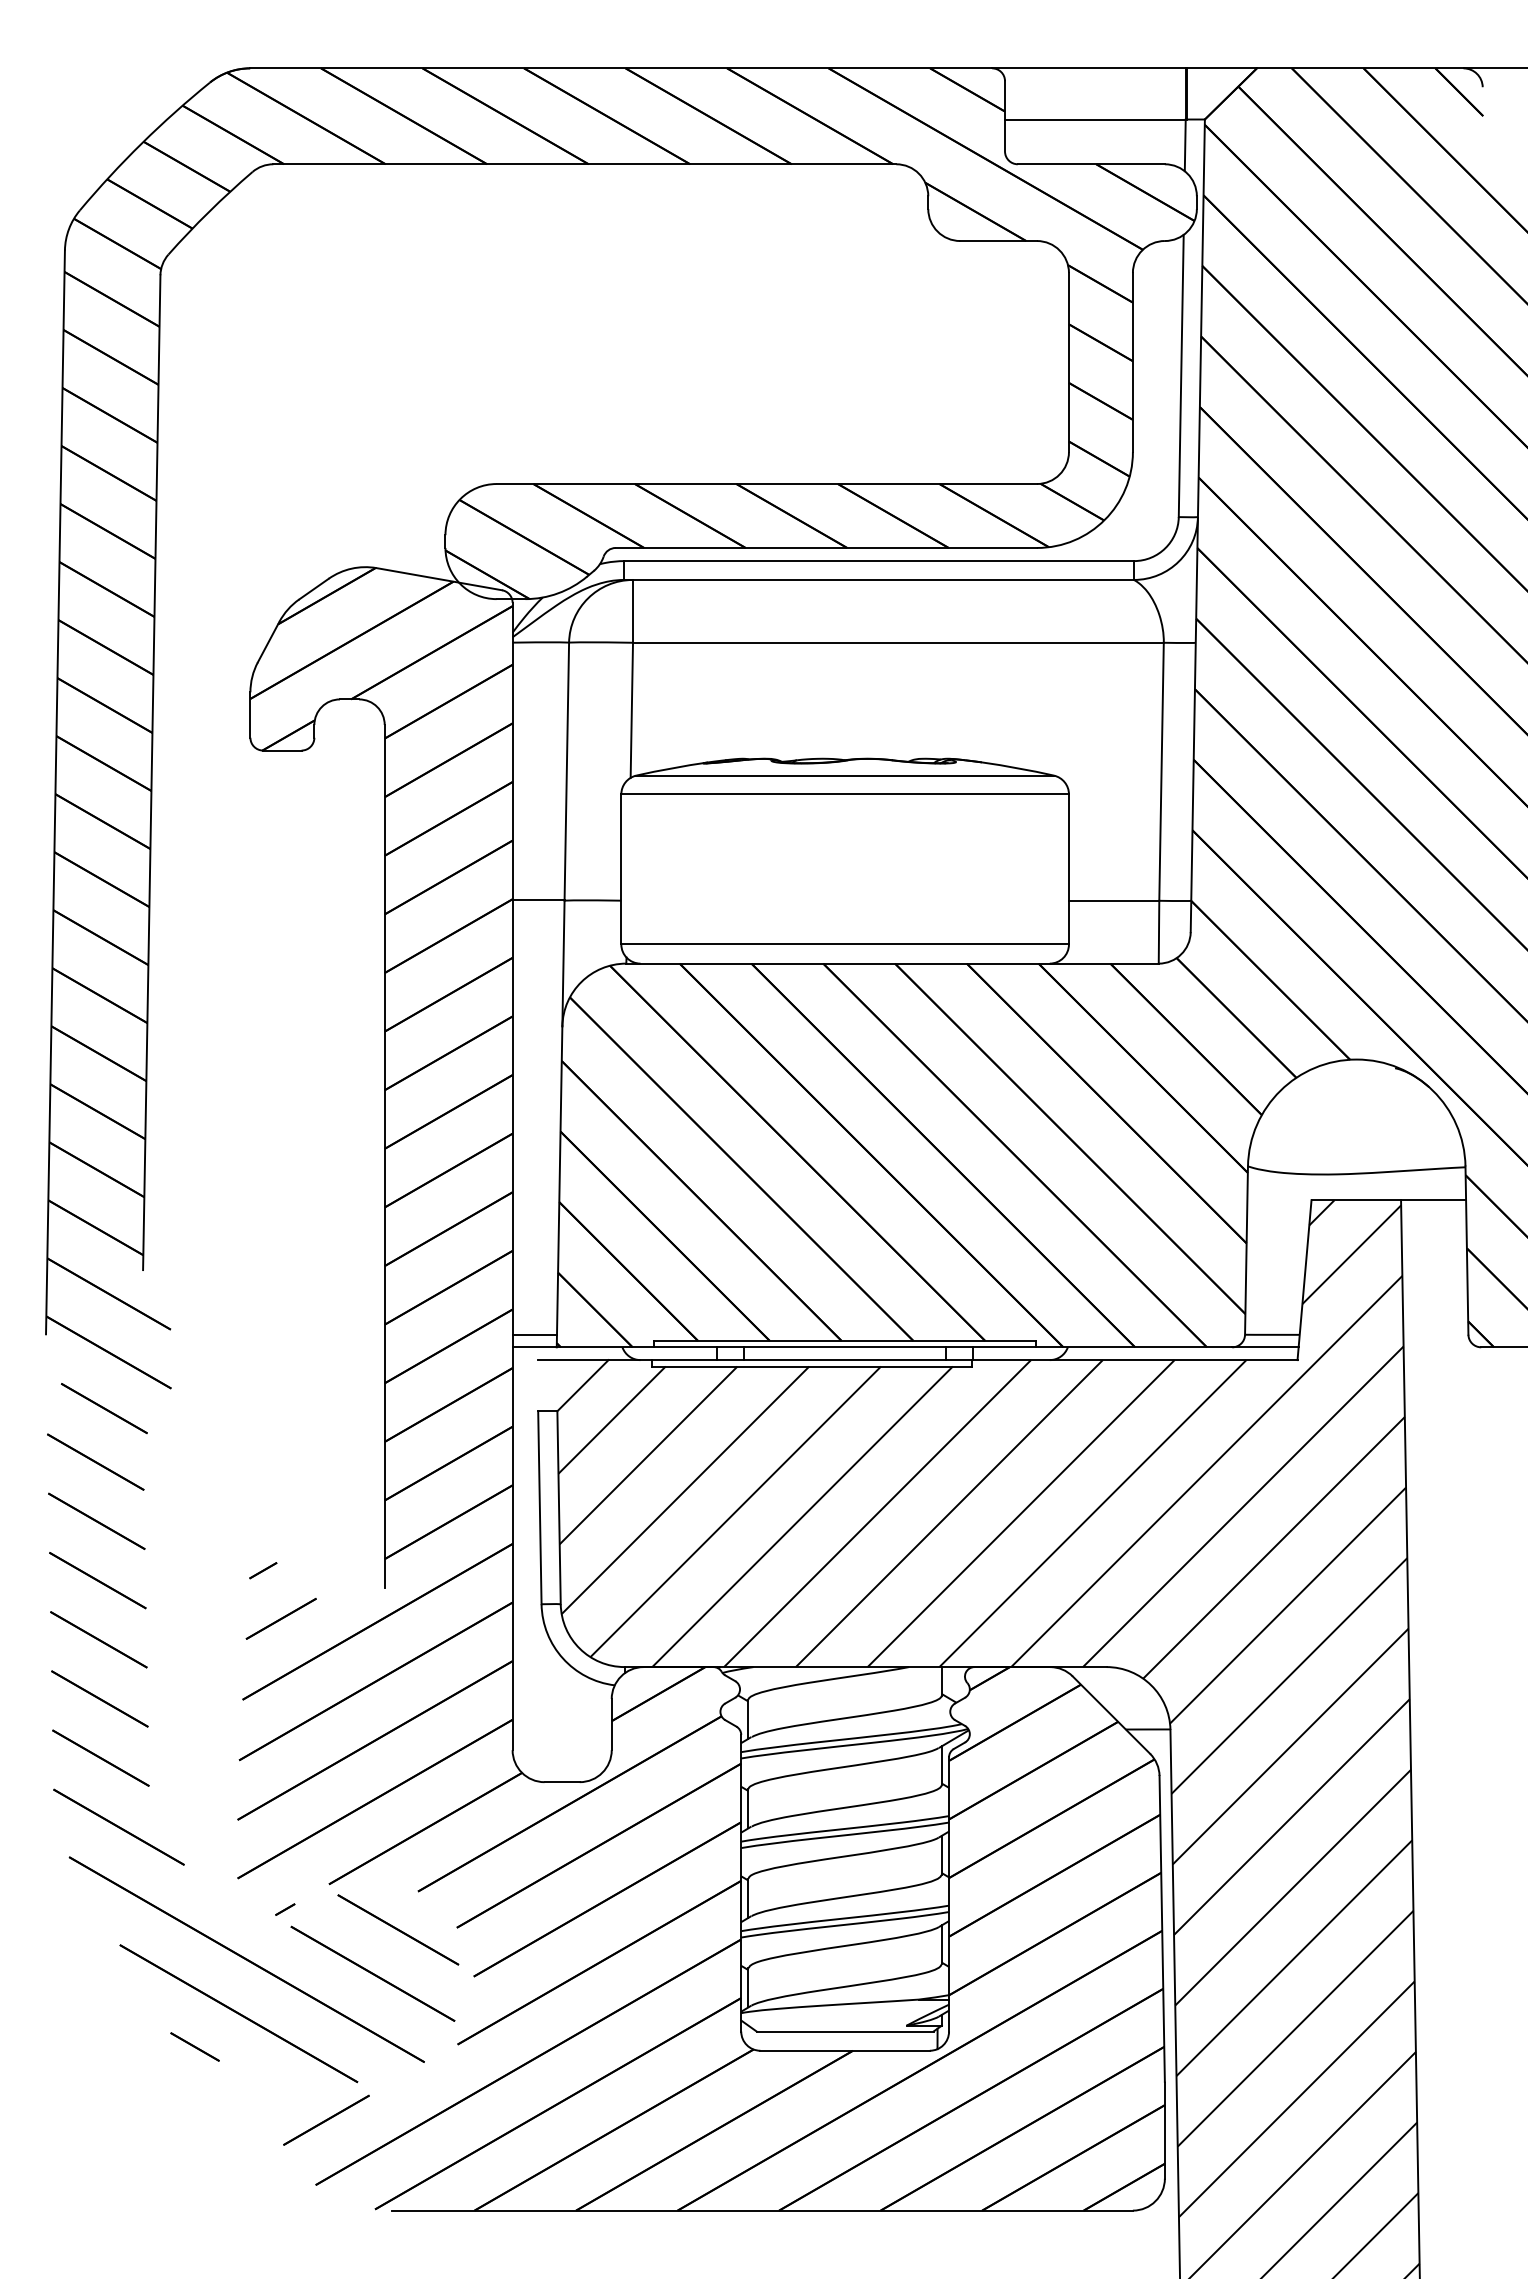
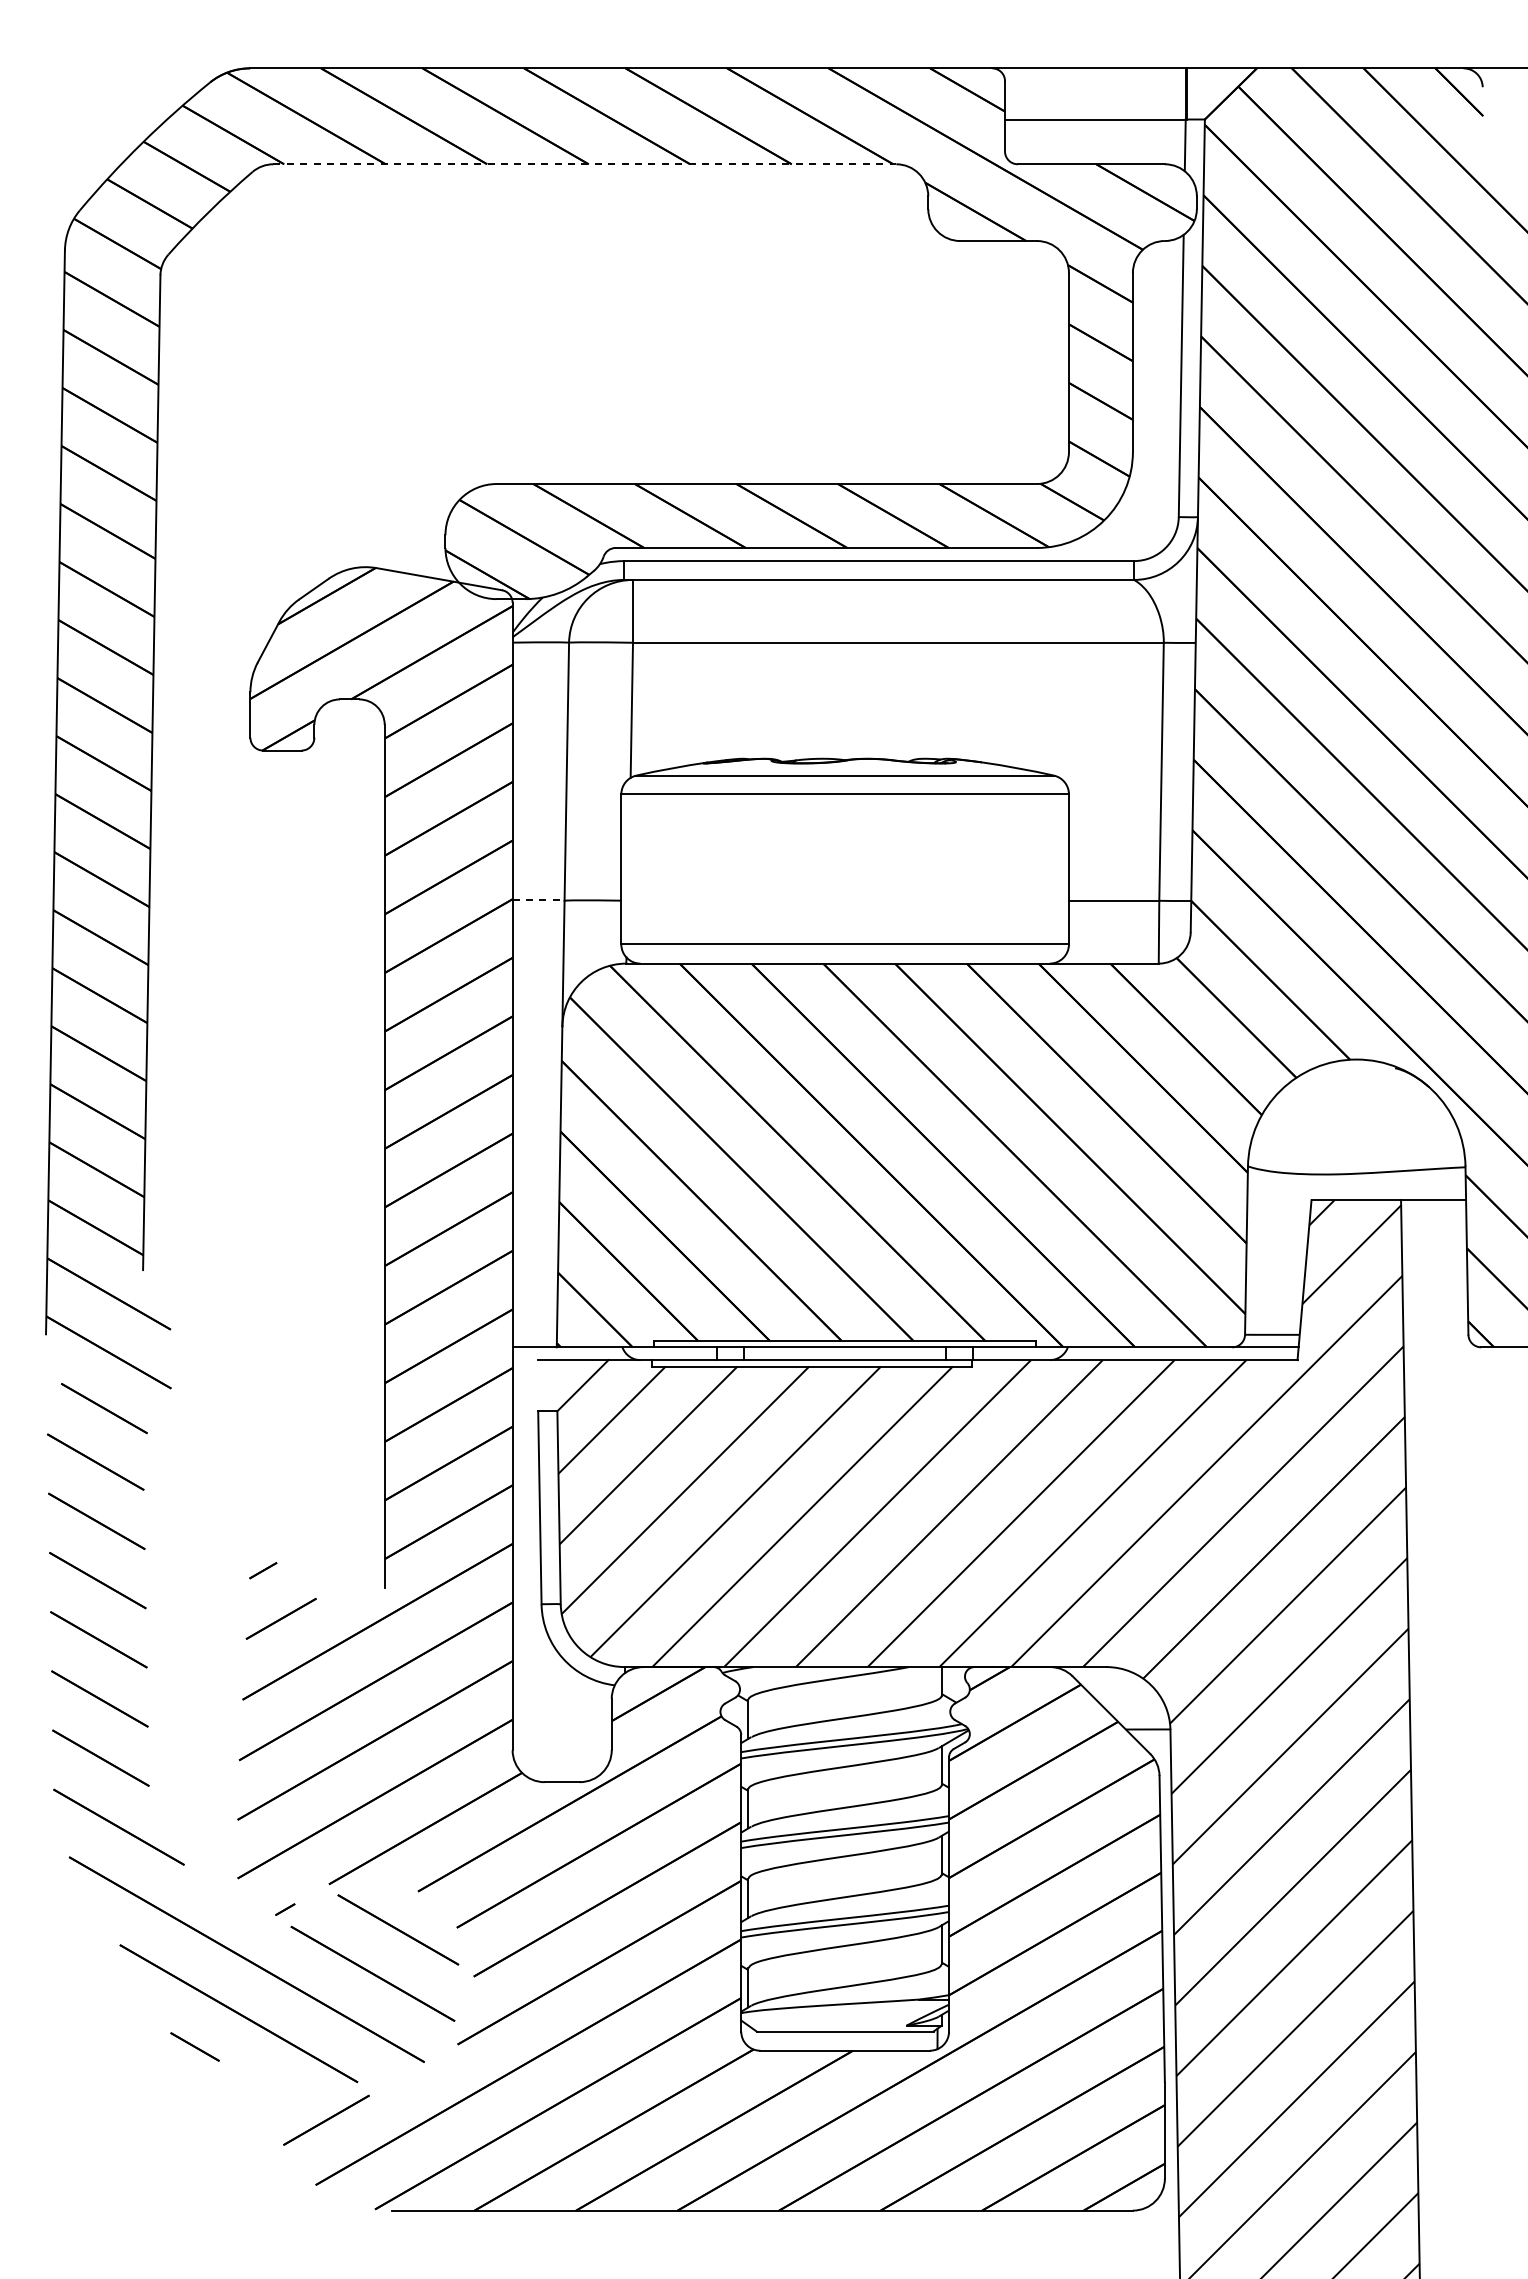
line at (585, 164): solid -> dashed
line at (538, 899): solid -> dashed
line at (534, 1334): present -> none
